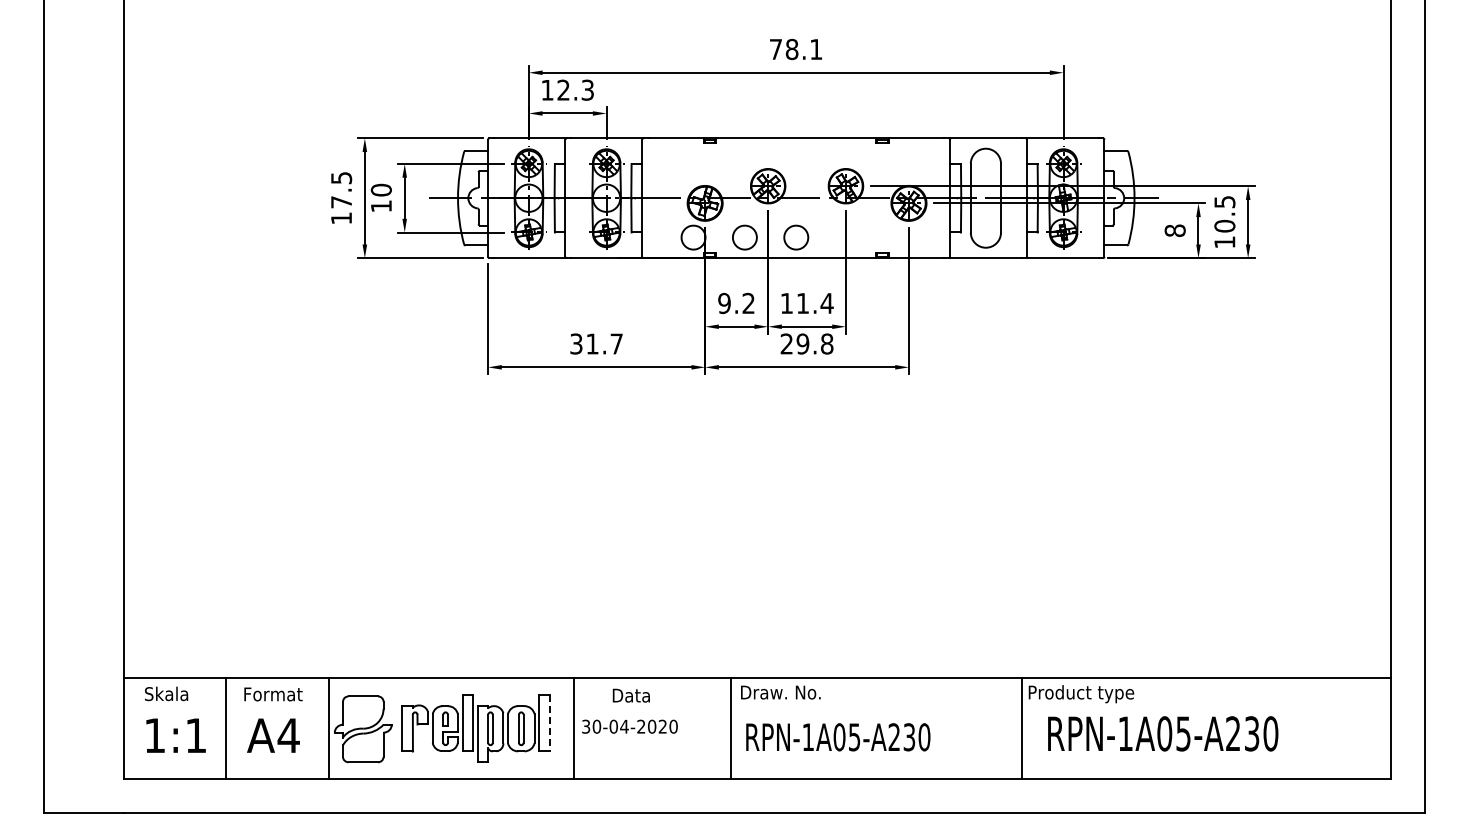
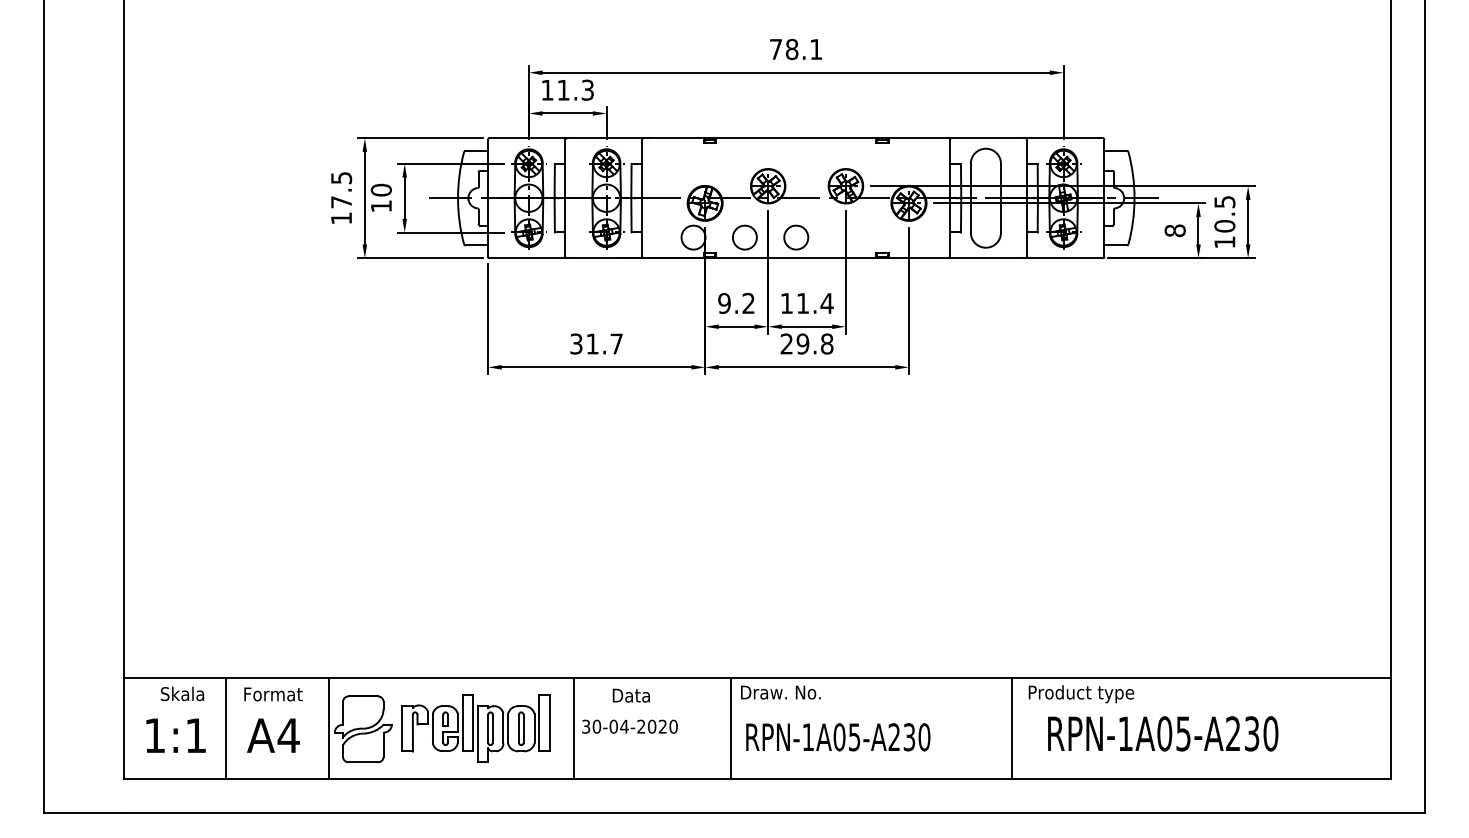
text at (563, 89): 12.3 -> 11.3
text at (166, 693) position: (166, 693) -> (182, 693)
line at (549, 723): dashed -> solid
line at (1022, 728) position: (1022, 728) -> (1012, 728)
